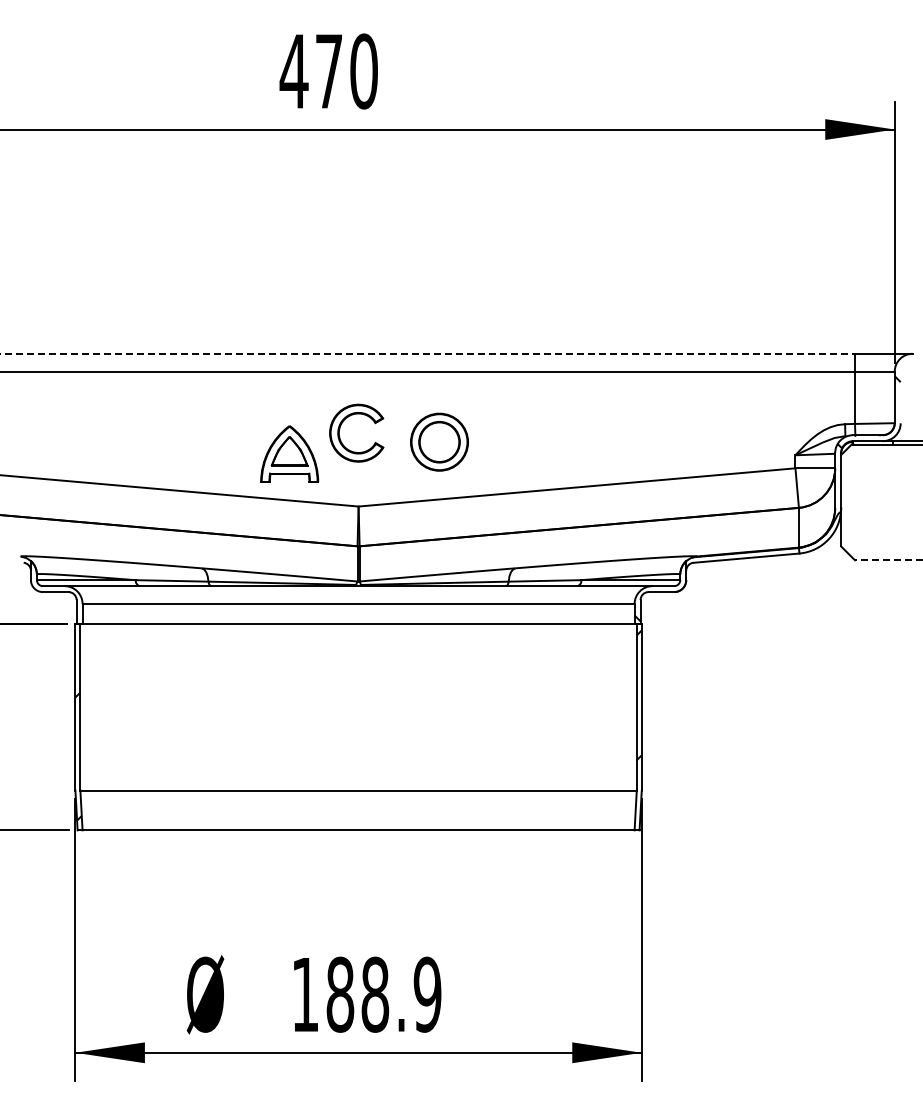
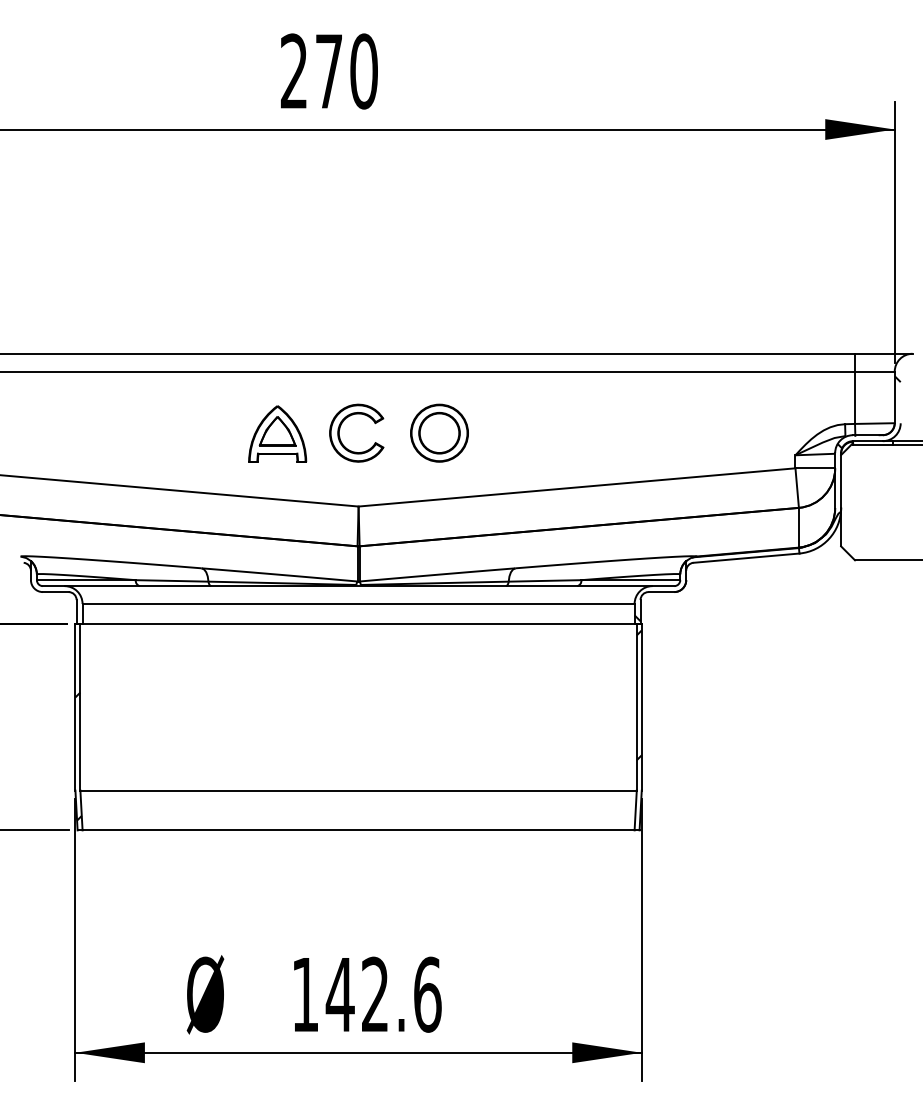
text at (293, 70): 470 -> 270
line at (428, 353): dashed -> solid
part at (439, 441) position: (439, 441) -> (439, 432)
part at (289, 453) position: (289, 453) -> (277, 433)
line at (888, 560): dashed -> solid
text at (383, 994): 188.9 -> 142.6
